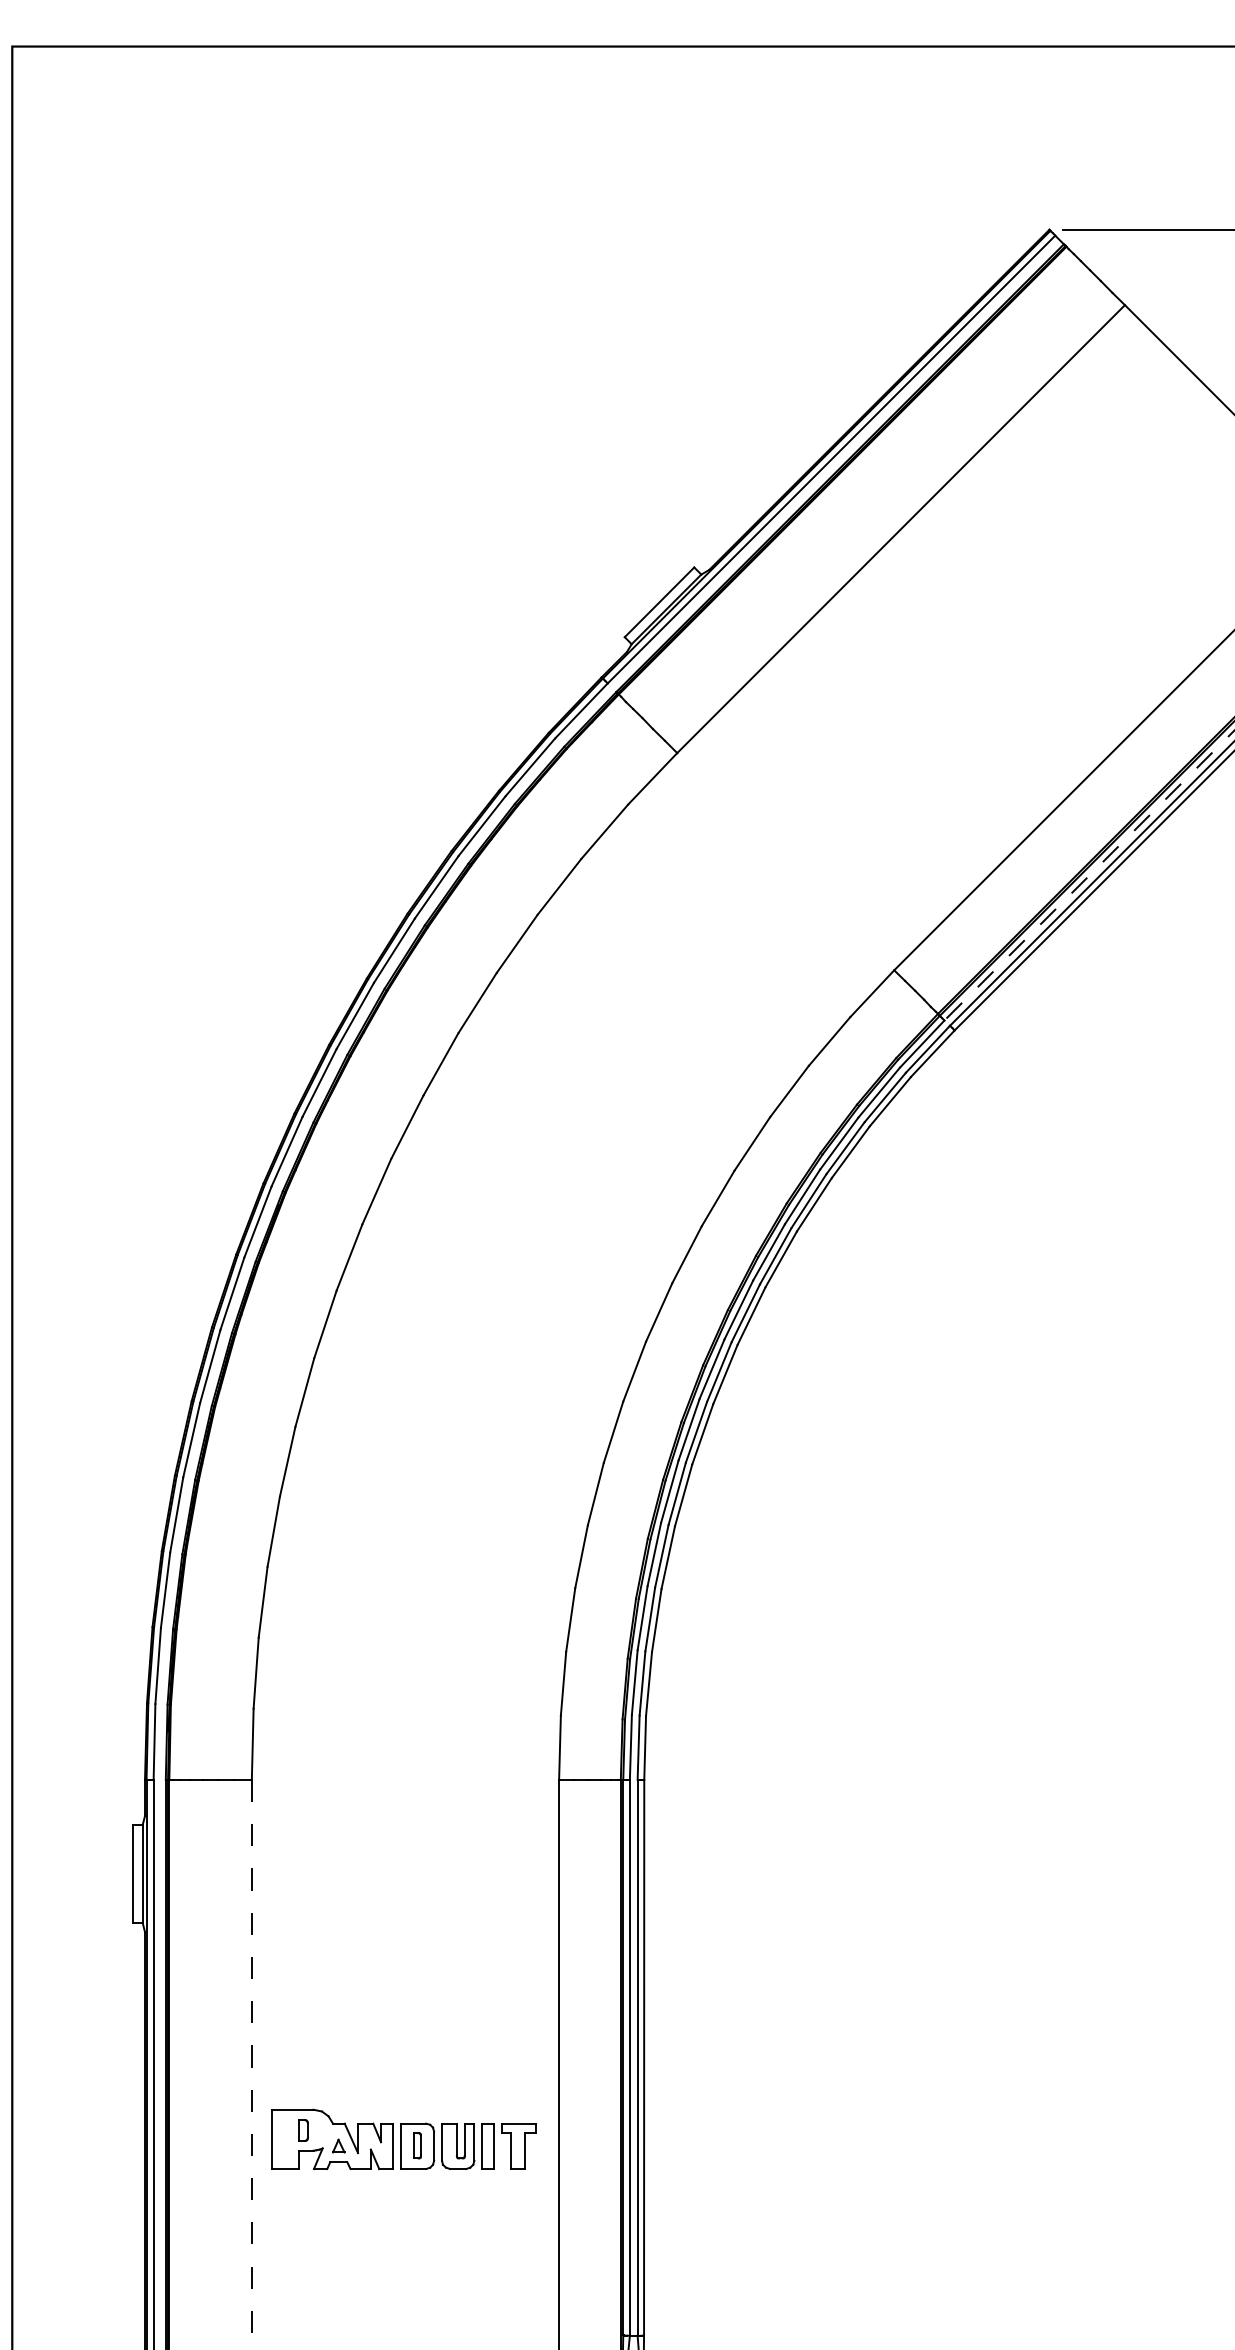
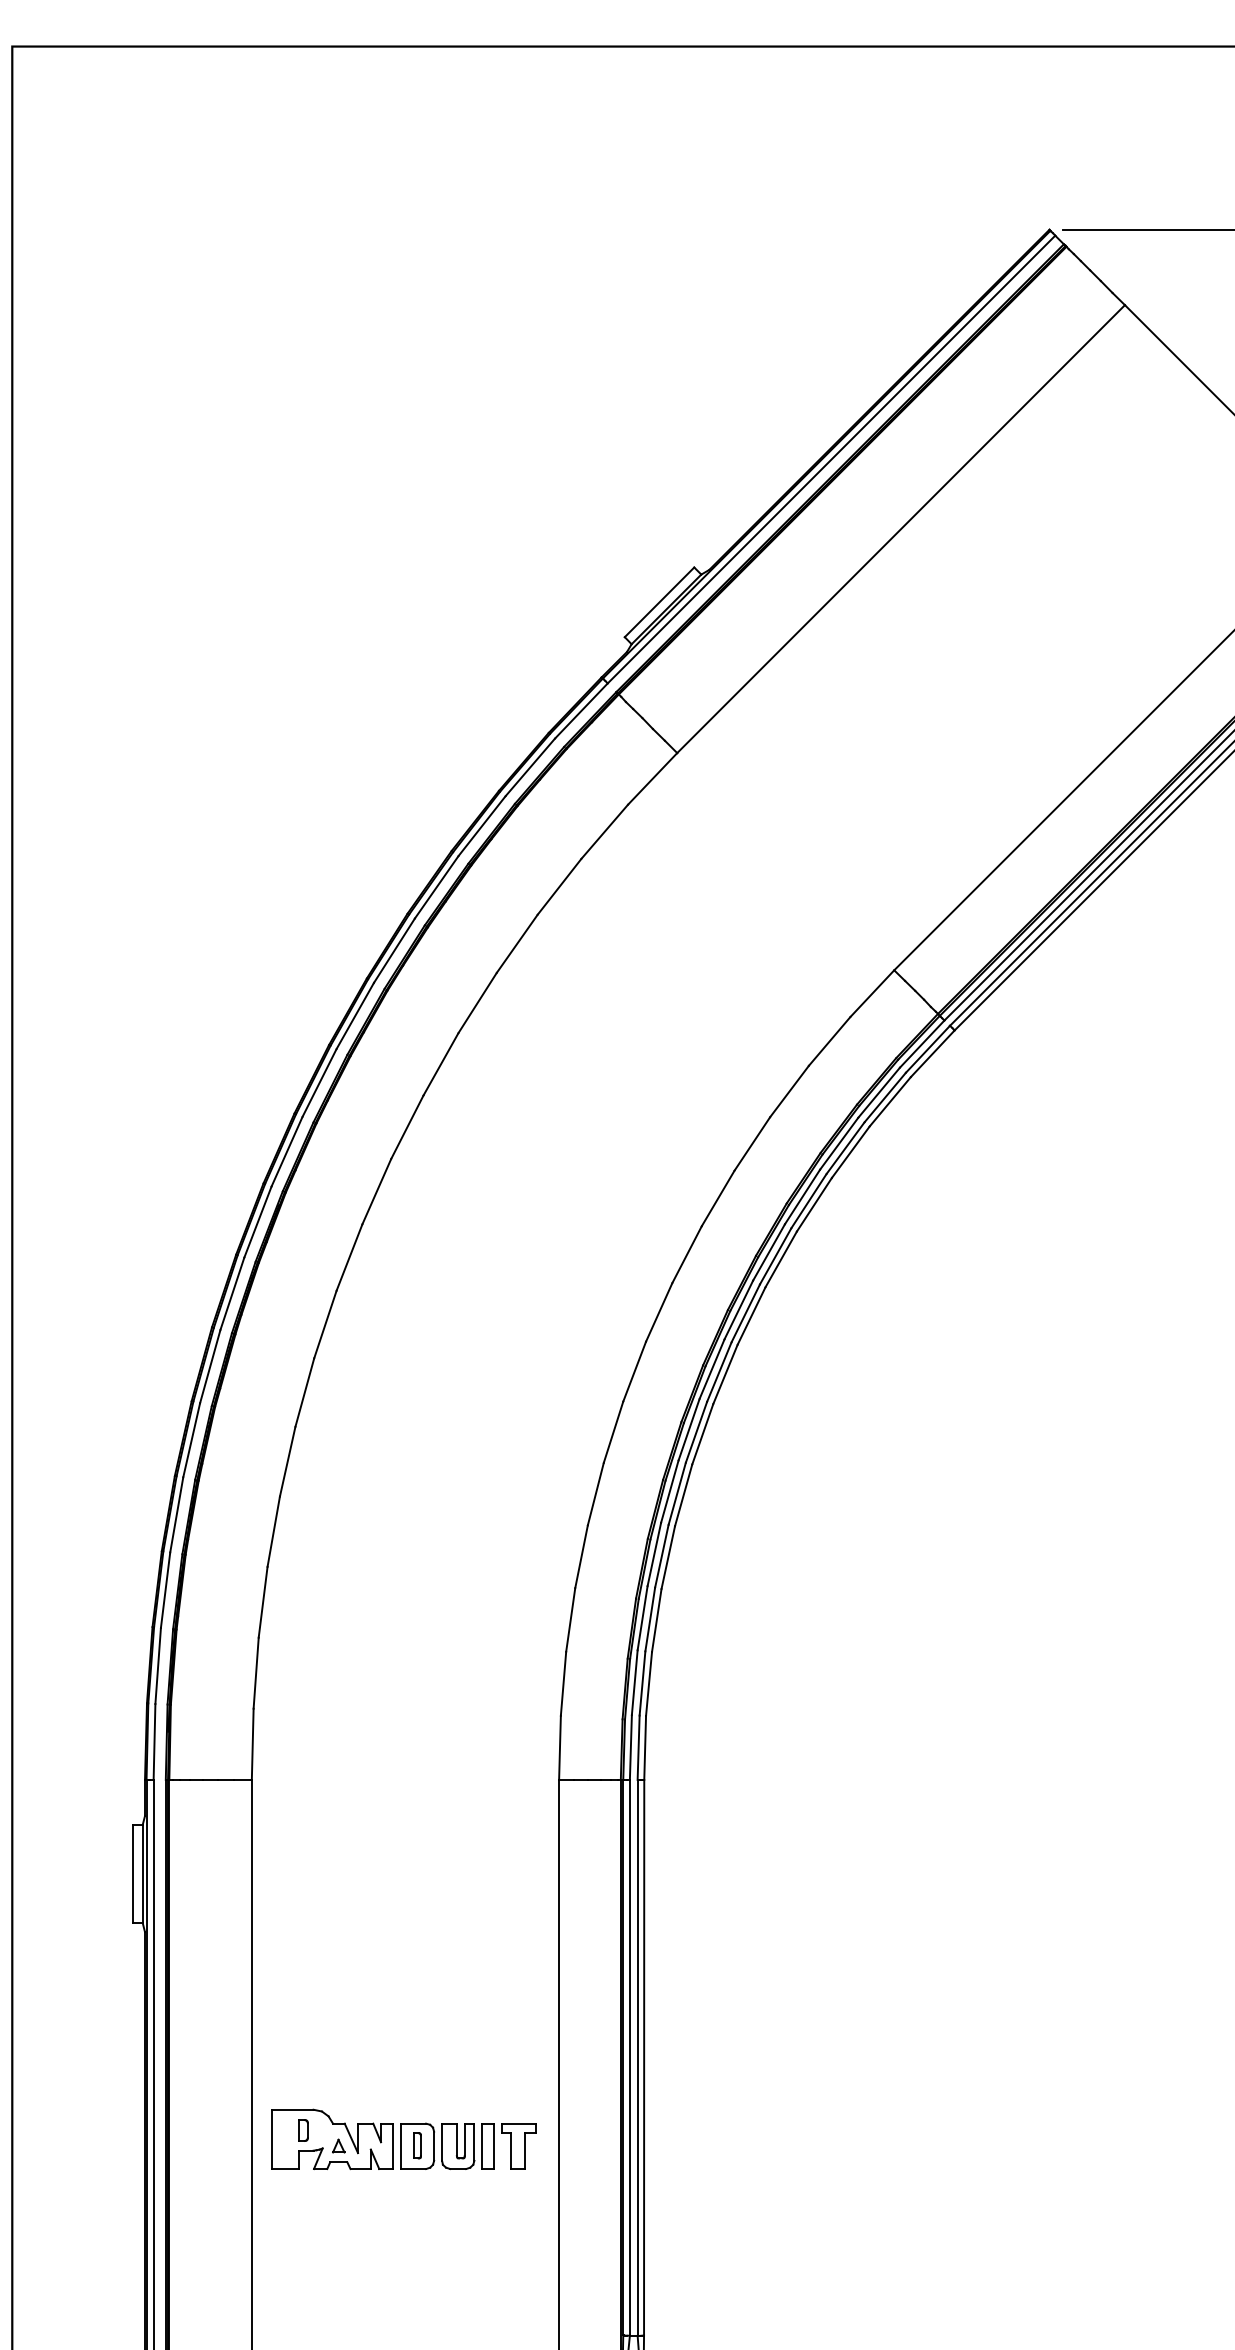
line at (1089, 875): dashed -> solid
line at (251, 2064): dashed -> solid
